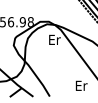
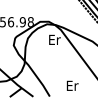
text at (81, 85) position: (81, 85) -> (72, 85)
